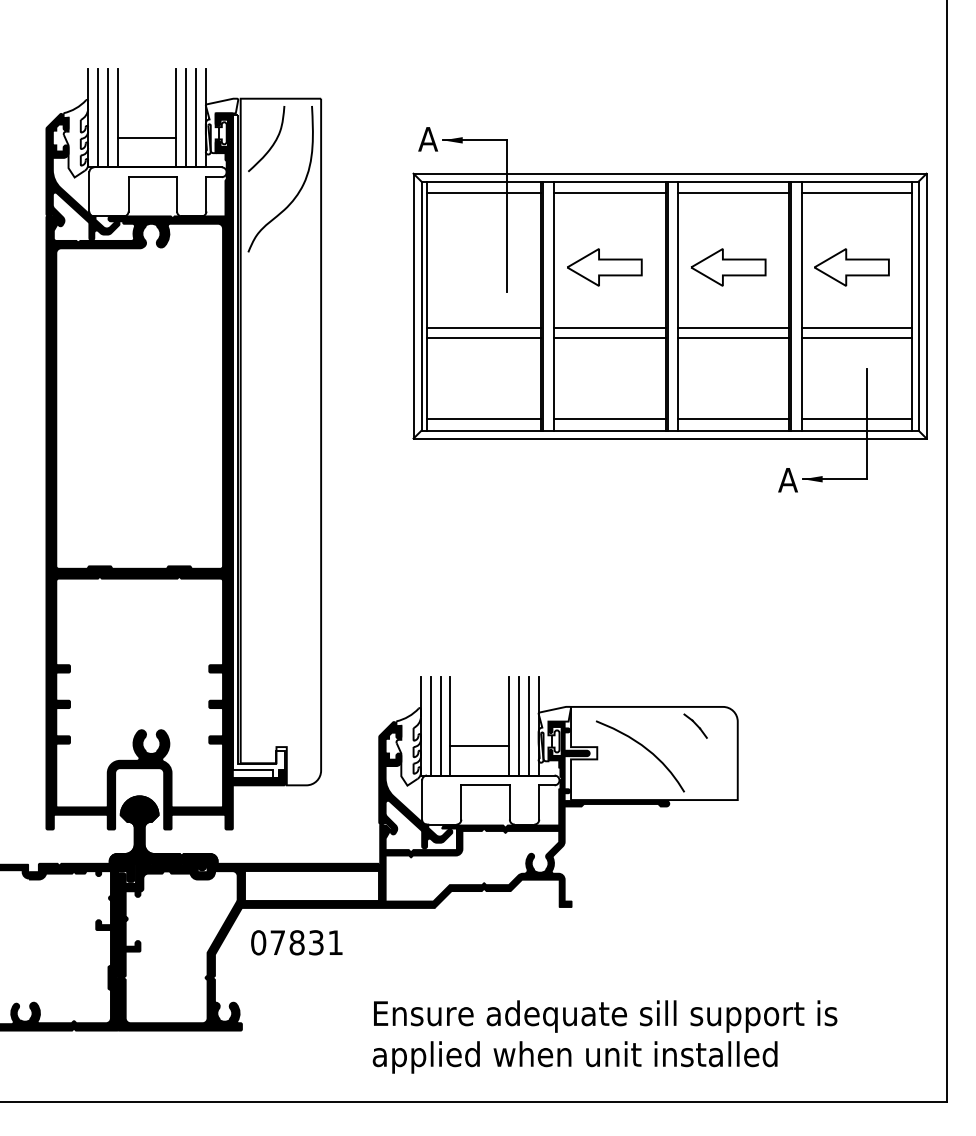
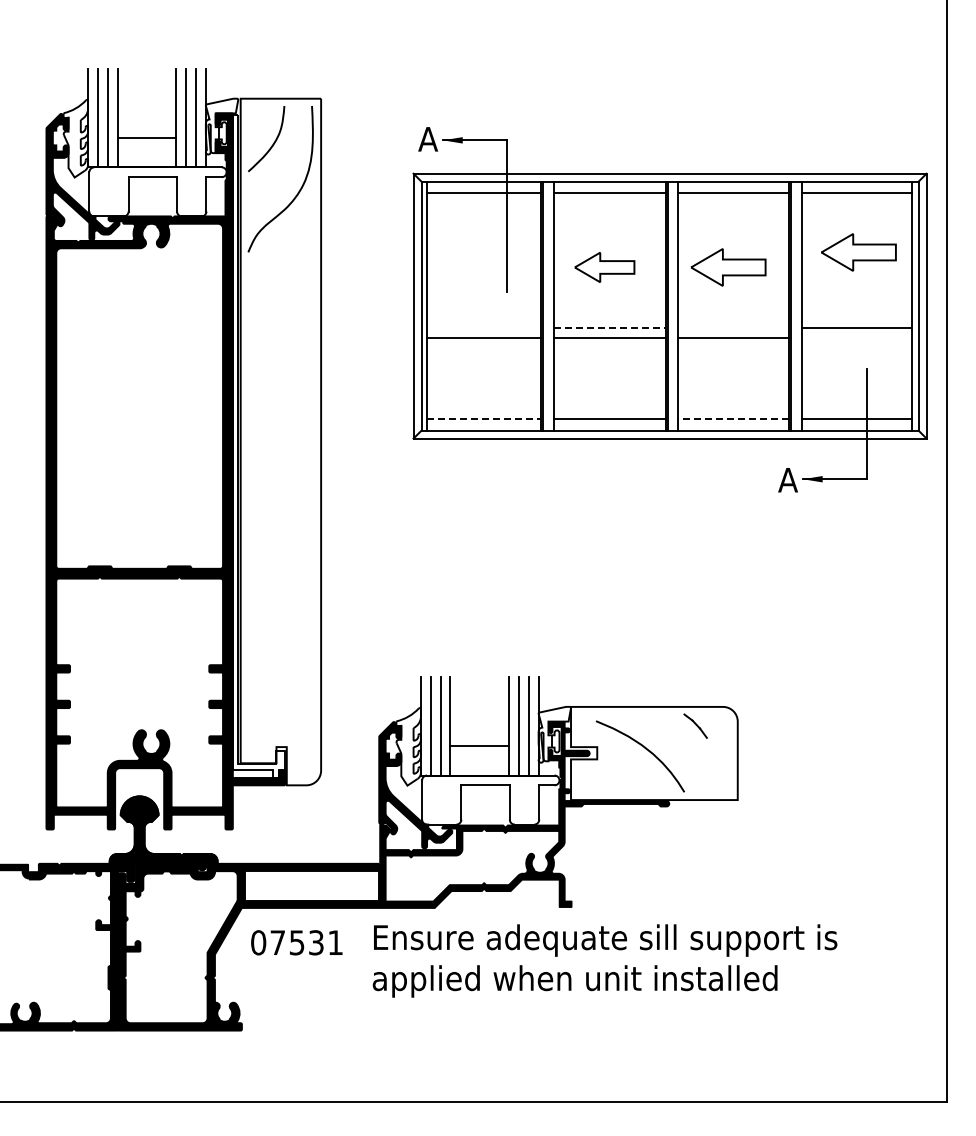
part at (604, 267) size: 76x39 px -> 62x31 px
part at (851, 267) position: (851, 267) -> (858, 252)
line at (483, 327): present -> none
line at (609, 327): solid -> dashed
line at (733, 327): present -> none
line at (856, 337): present -> none
line at (484, 419): solid -> dashed
line at (733, 419): solid -> dashed
text at (296, 942): 07831 -> 07531
text at (604, 1036) position: (604, 1036) -> (604, 960)
